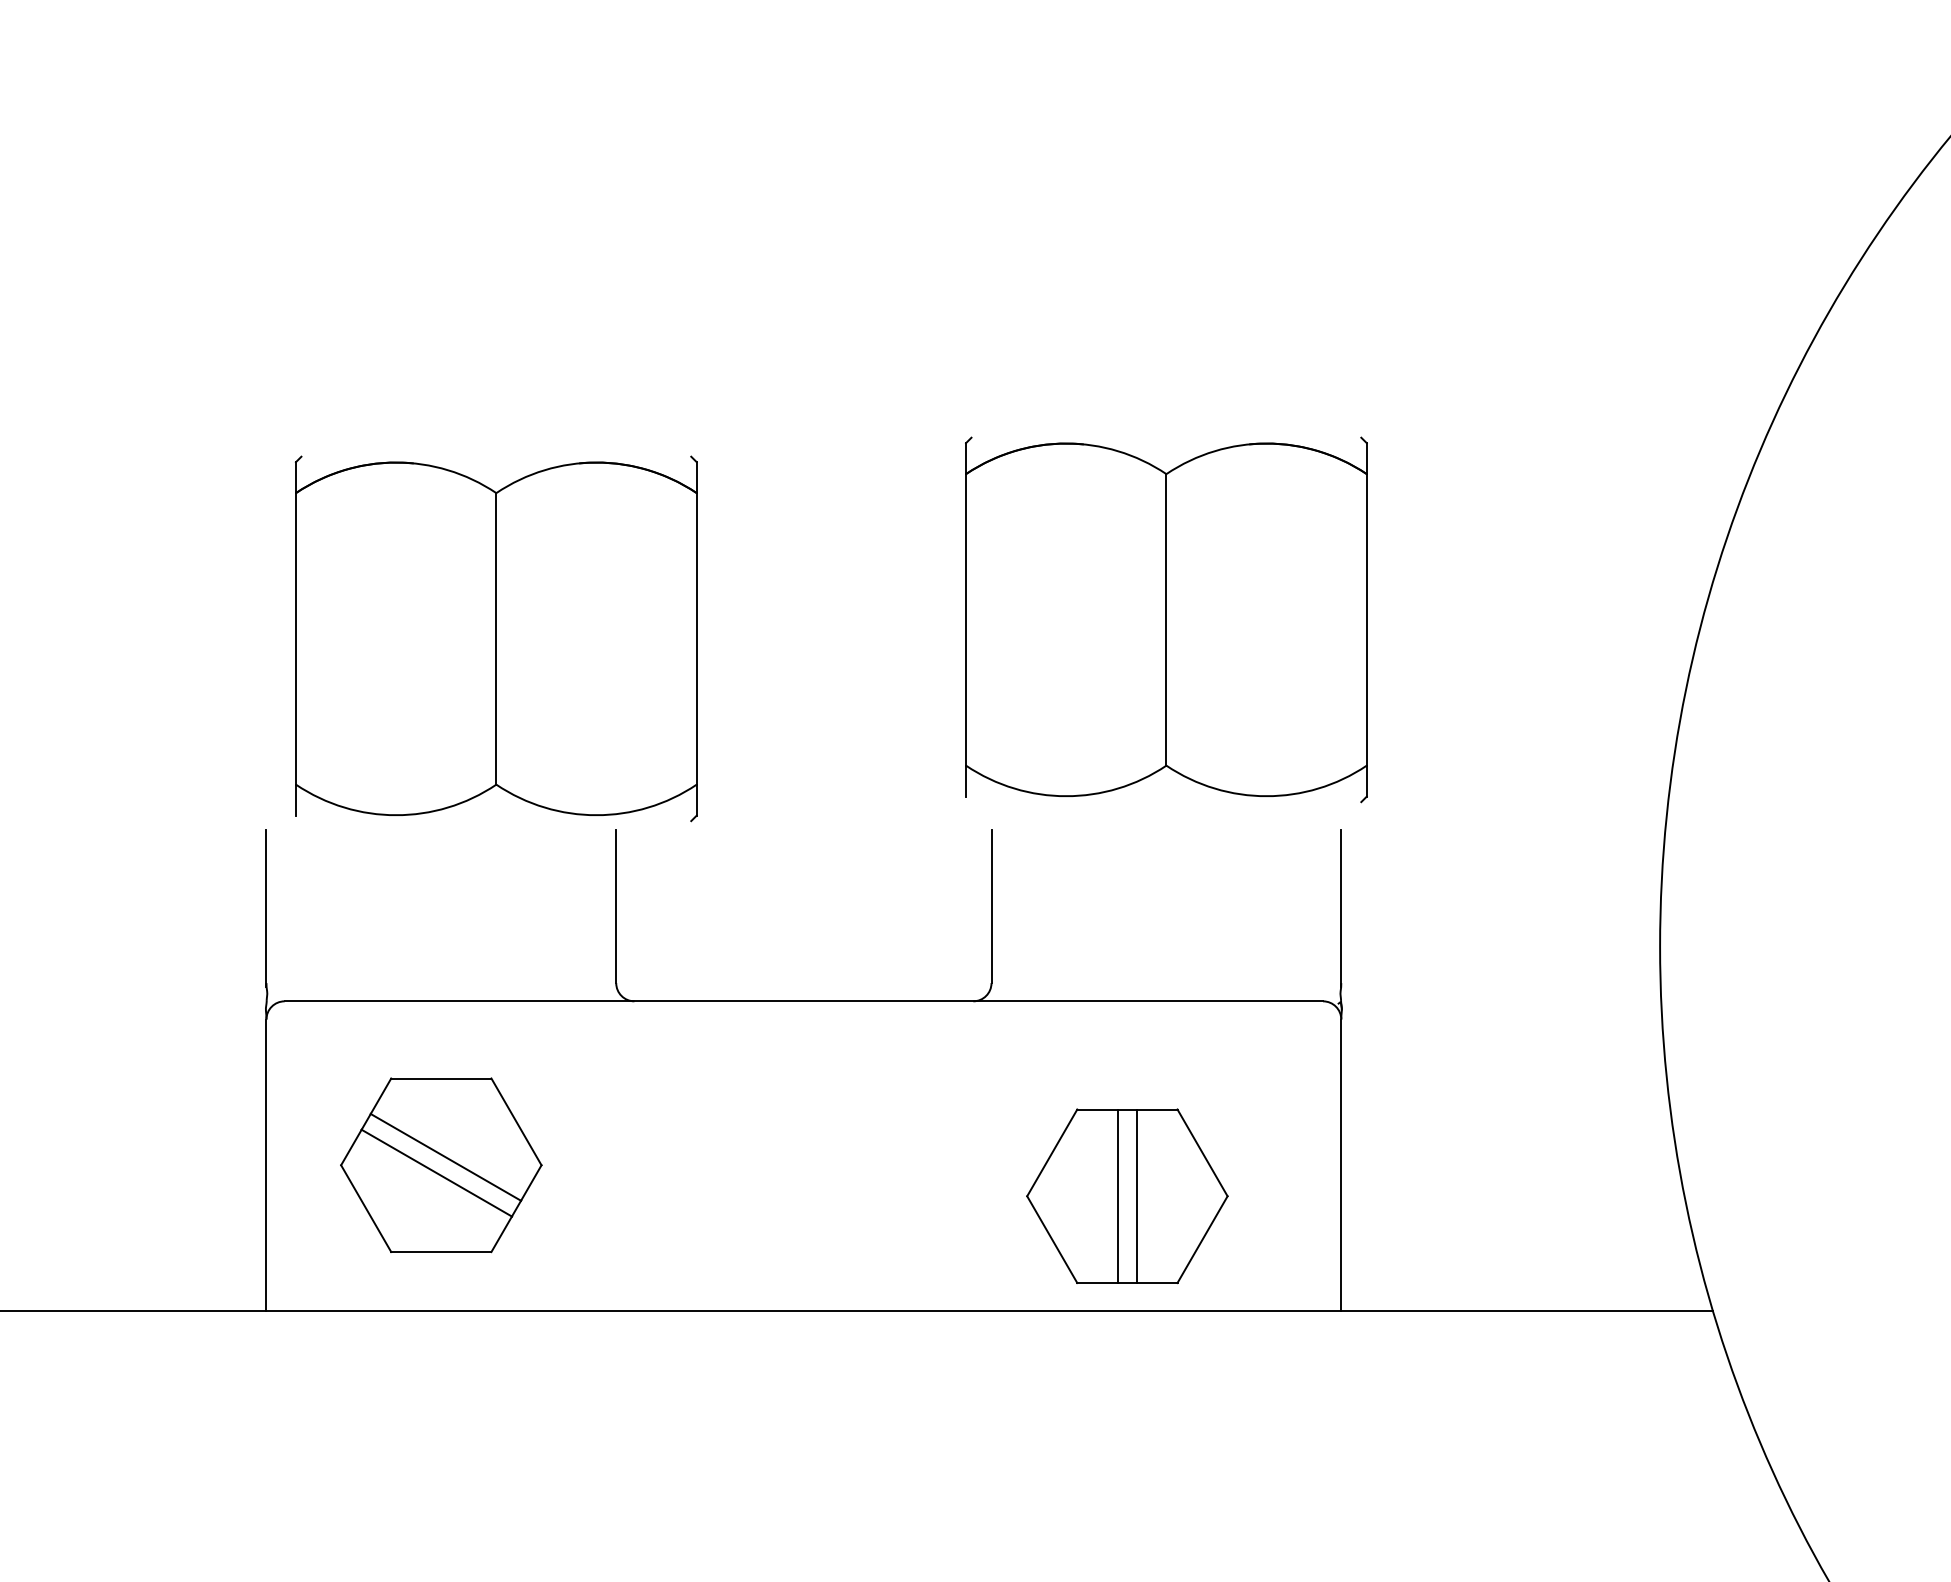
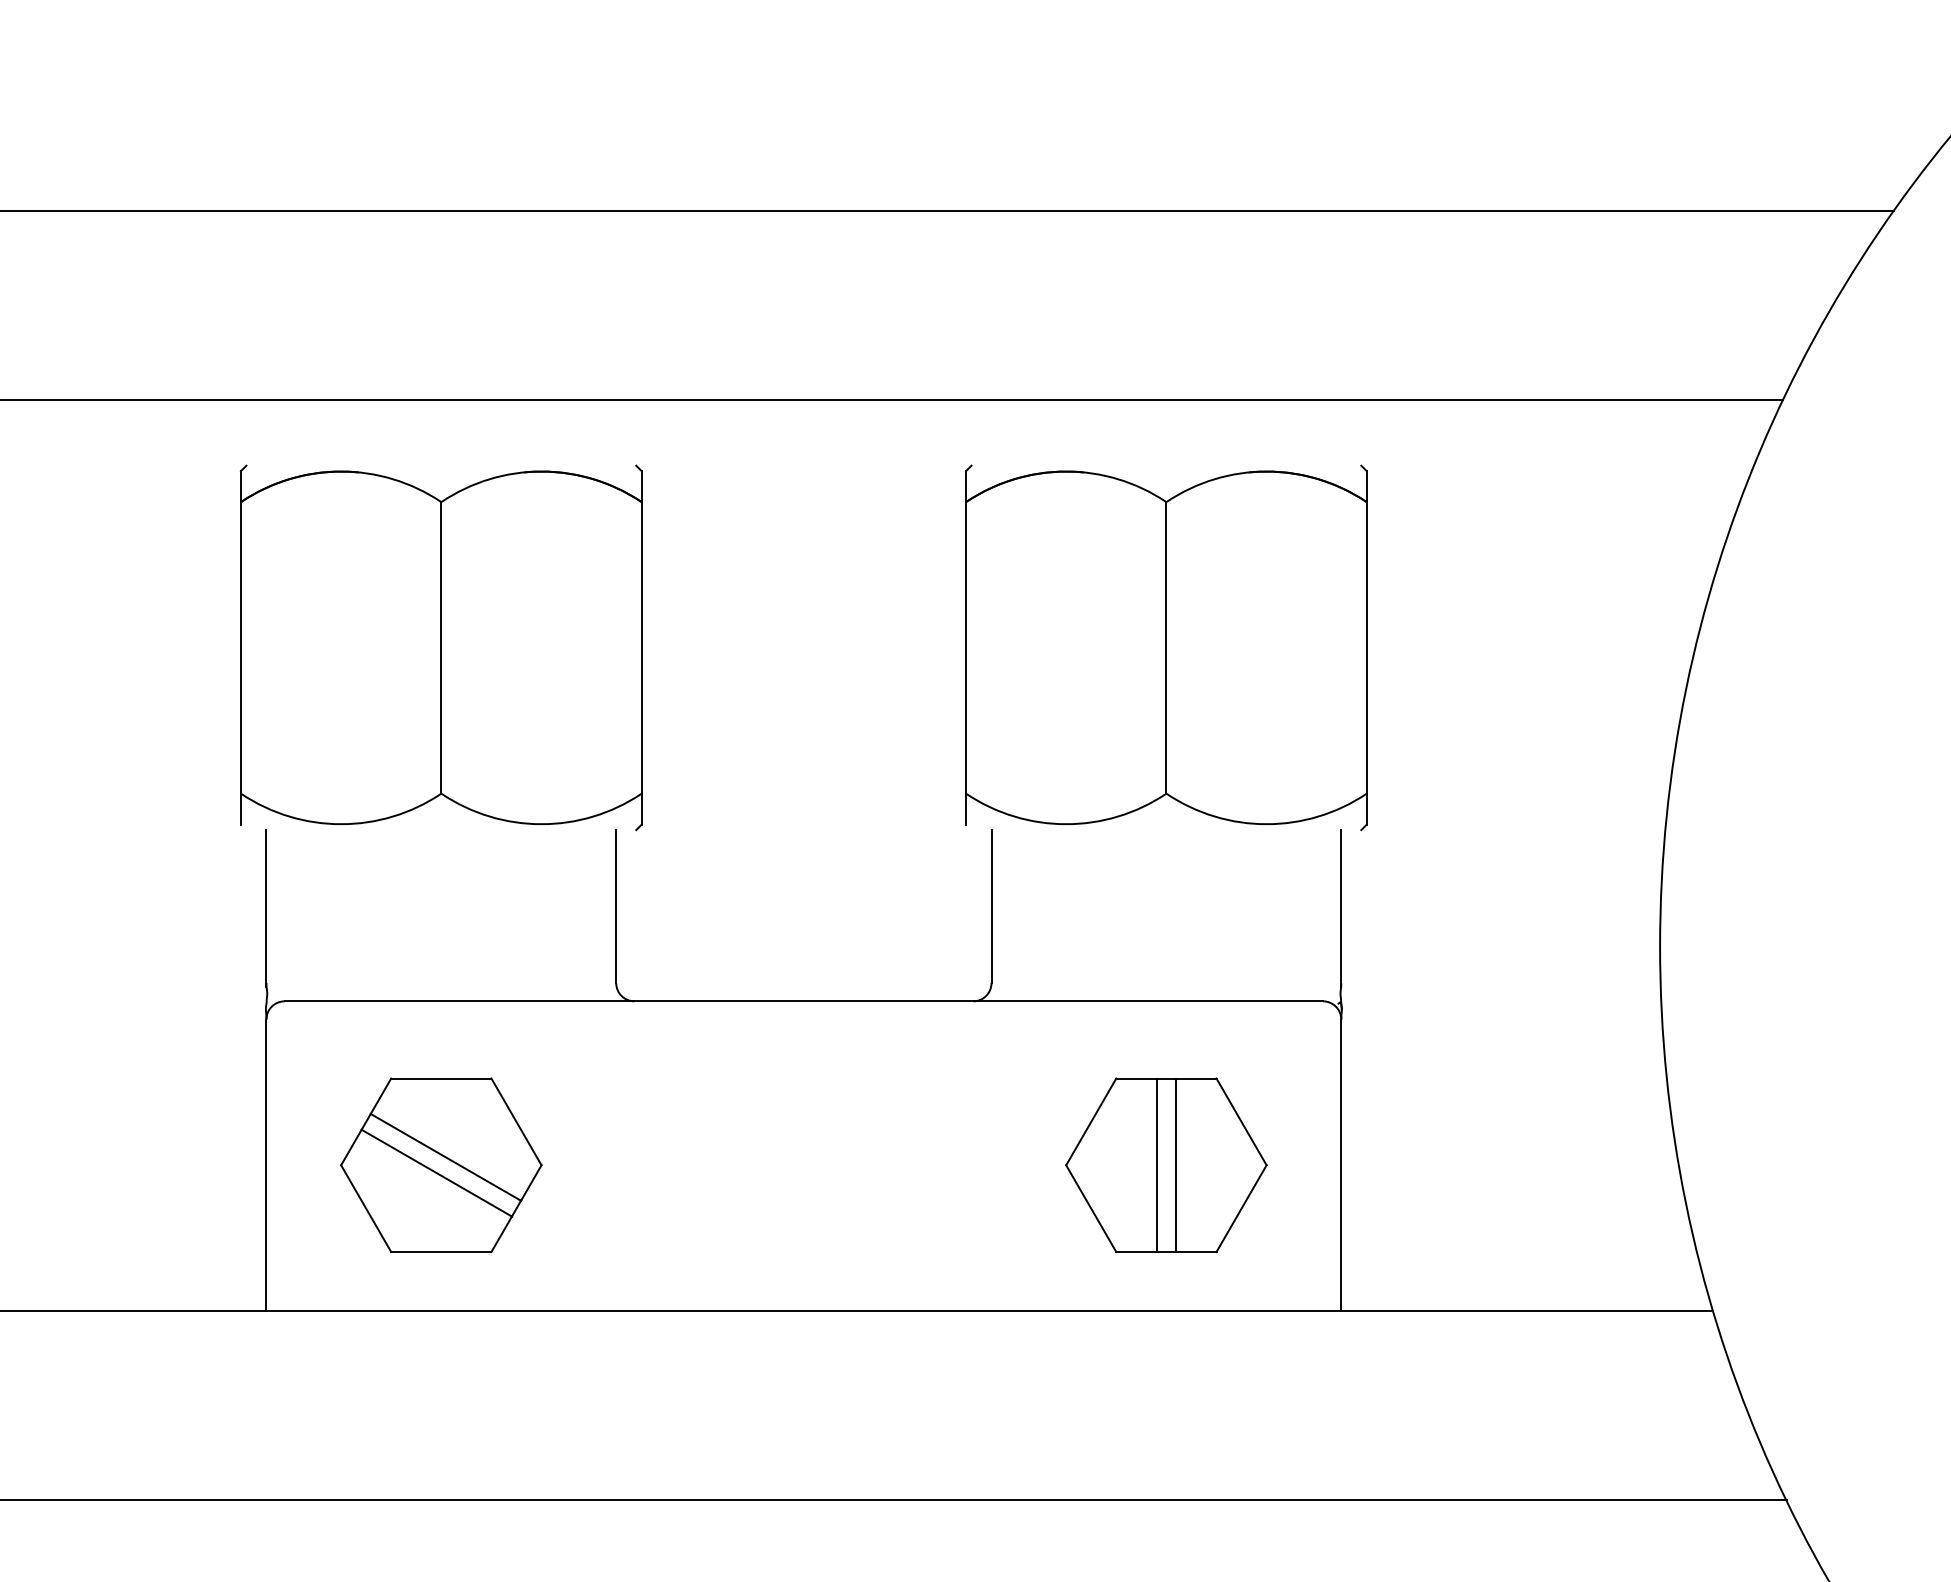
line at (947, 210): none -> present
line at (892, 400): none -> present
part at (1166, 619) position: (1166, 619) -> (1166, 647)
part at (496, 638) position: (496, 638) -> (441, 647)
part at (1127, 1196) position: (1127, 1196) -> (1166, 1165)
line at (894, 1500): none -> present
